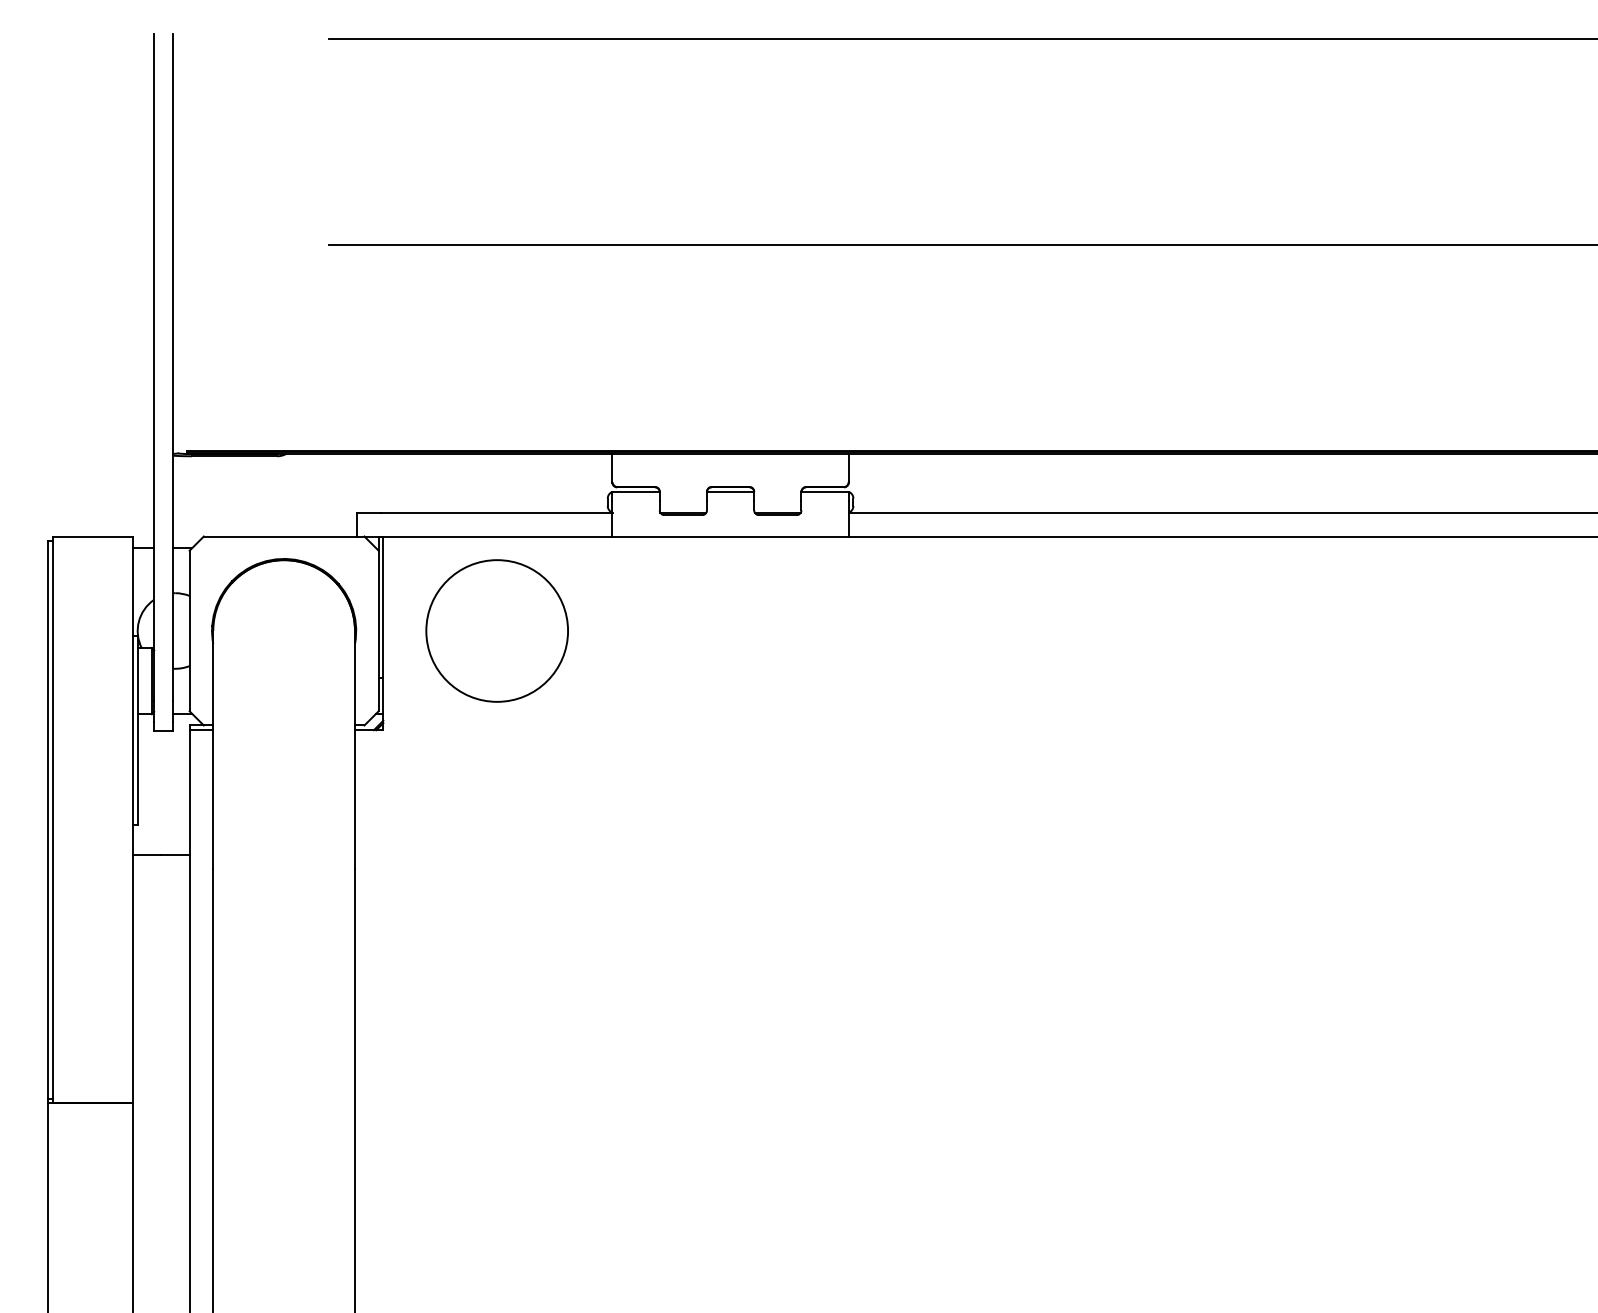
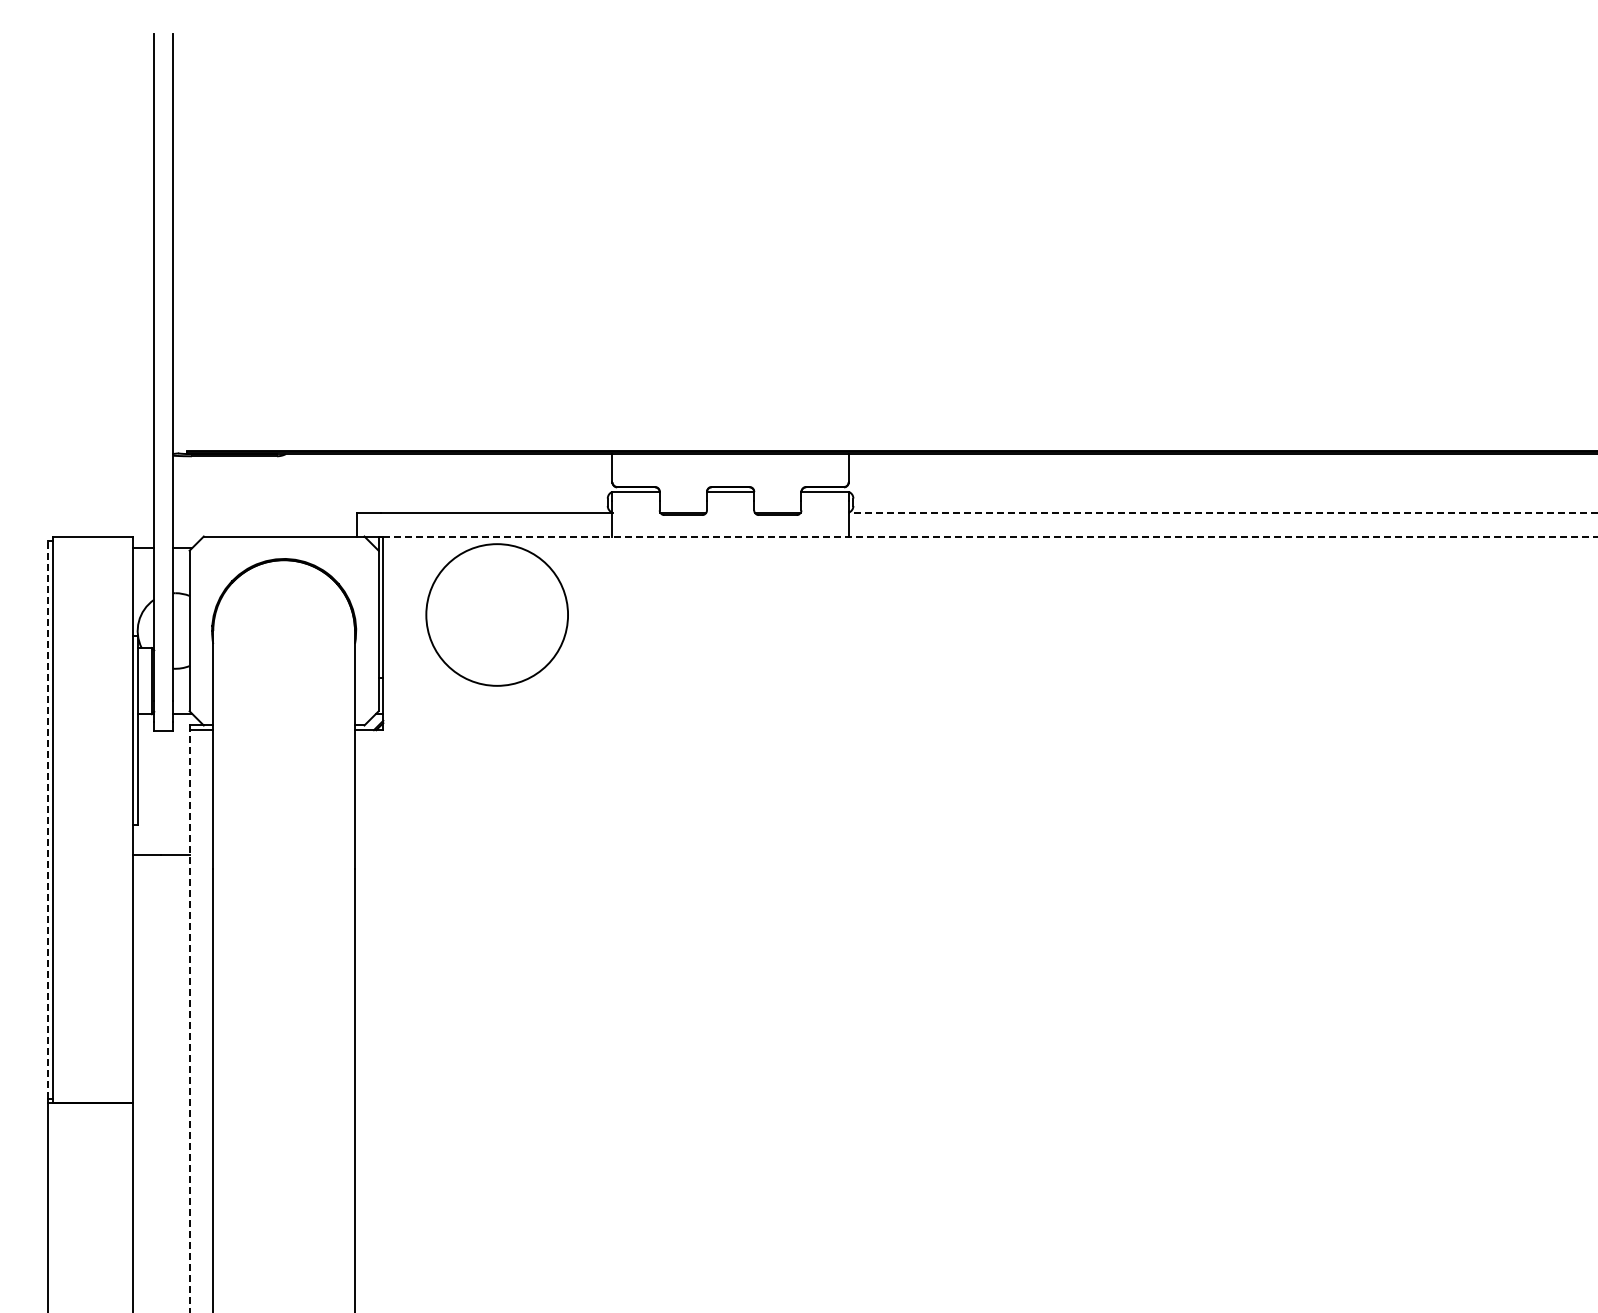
line at (961, 39): present -> none
line at (961, 245): present -> none
line at (1222, 512): solid -> dashed
line at (990, 536): solid -> dashed
circle at (496, 630) position: (496, 630) -> (496, 614)
line at (47, 819): solid -> dashed
line at (189, 1021): solid -> dashed
